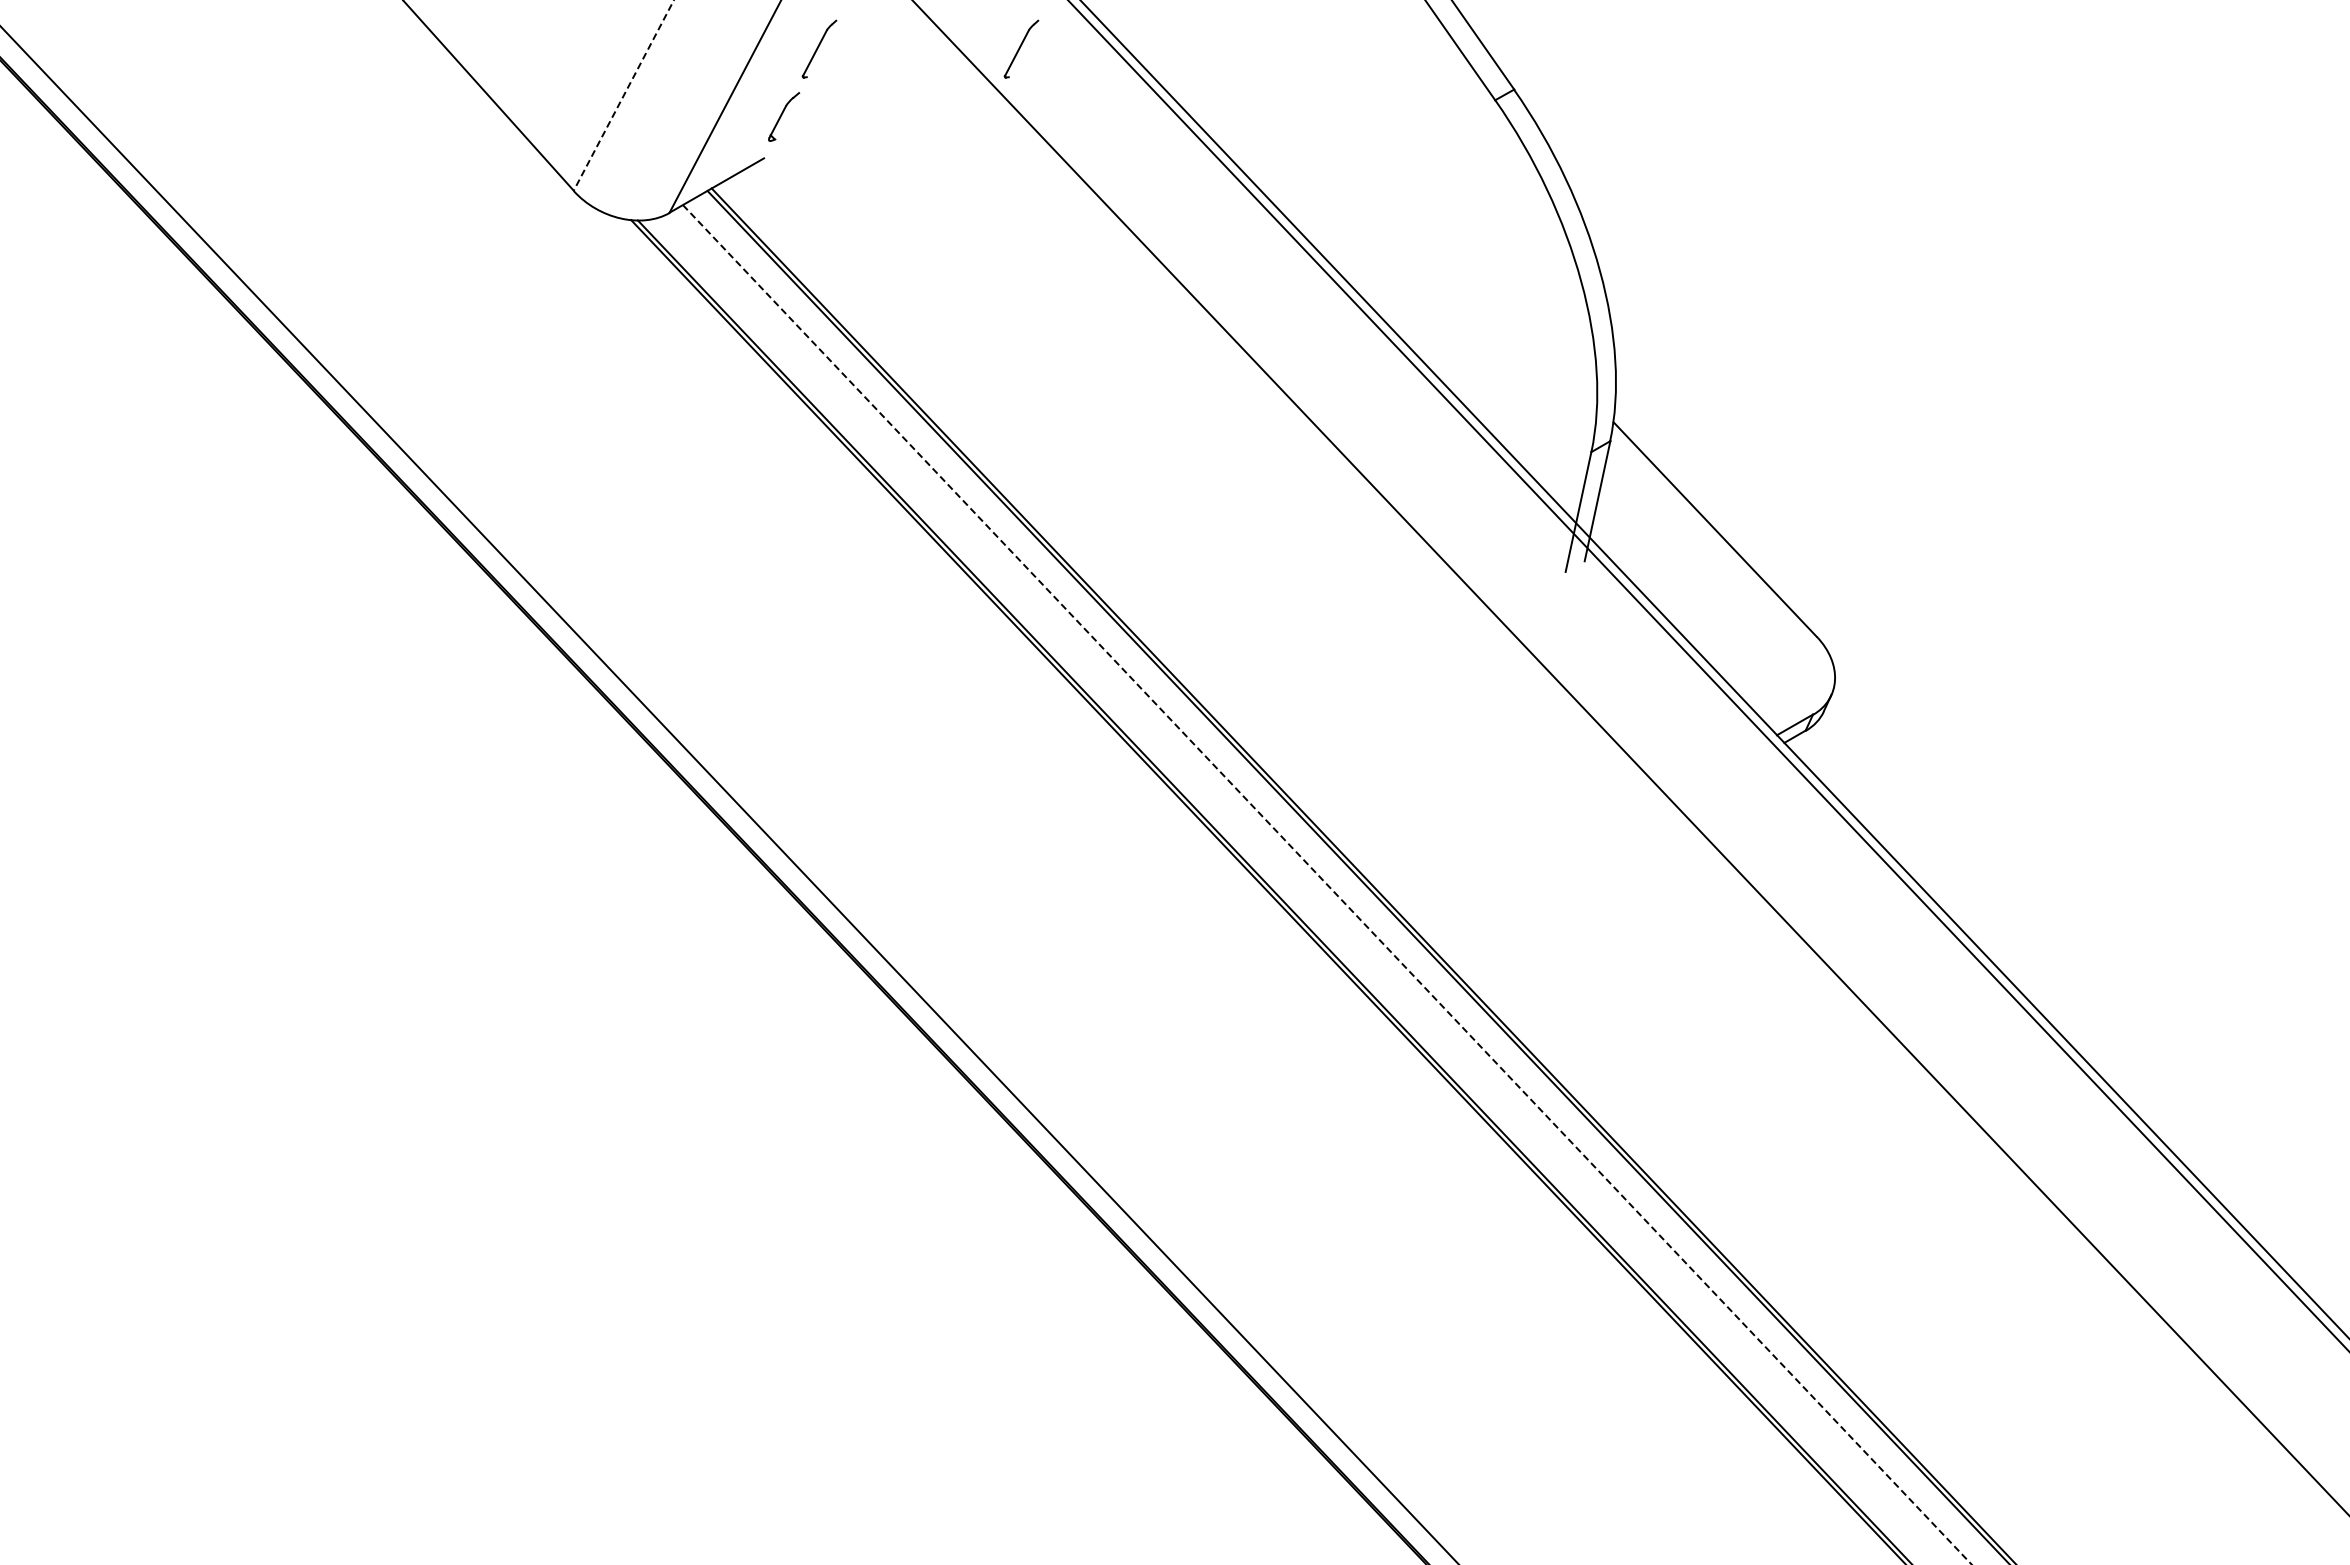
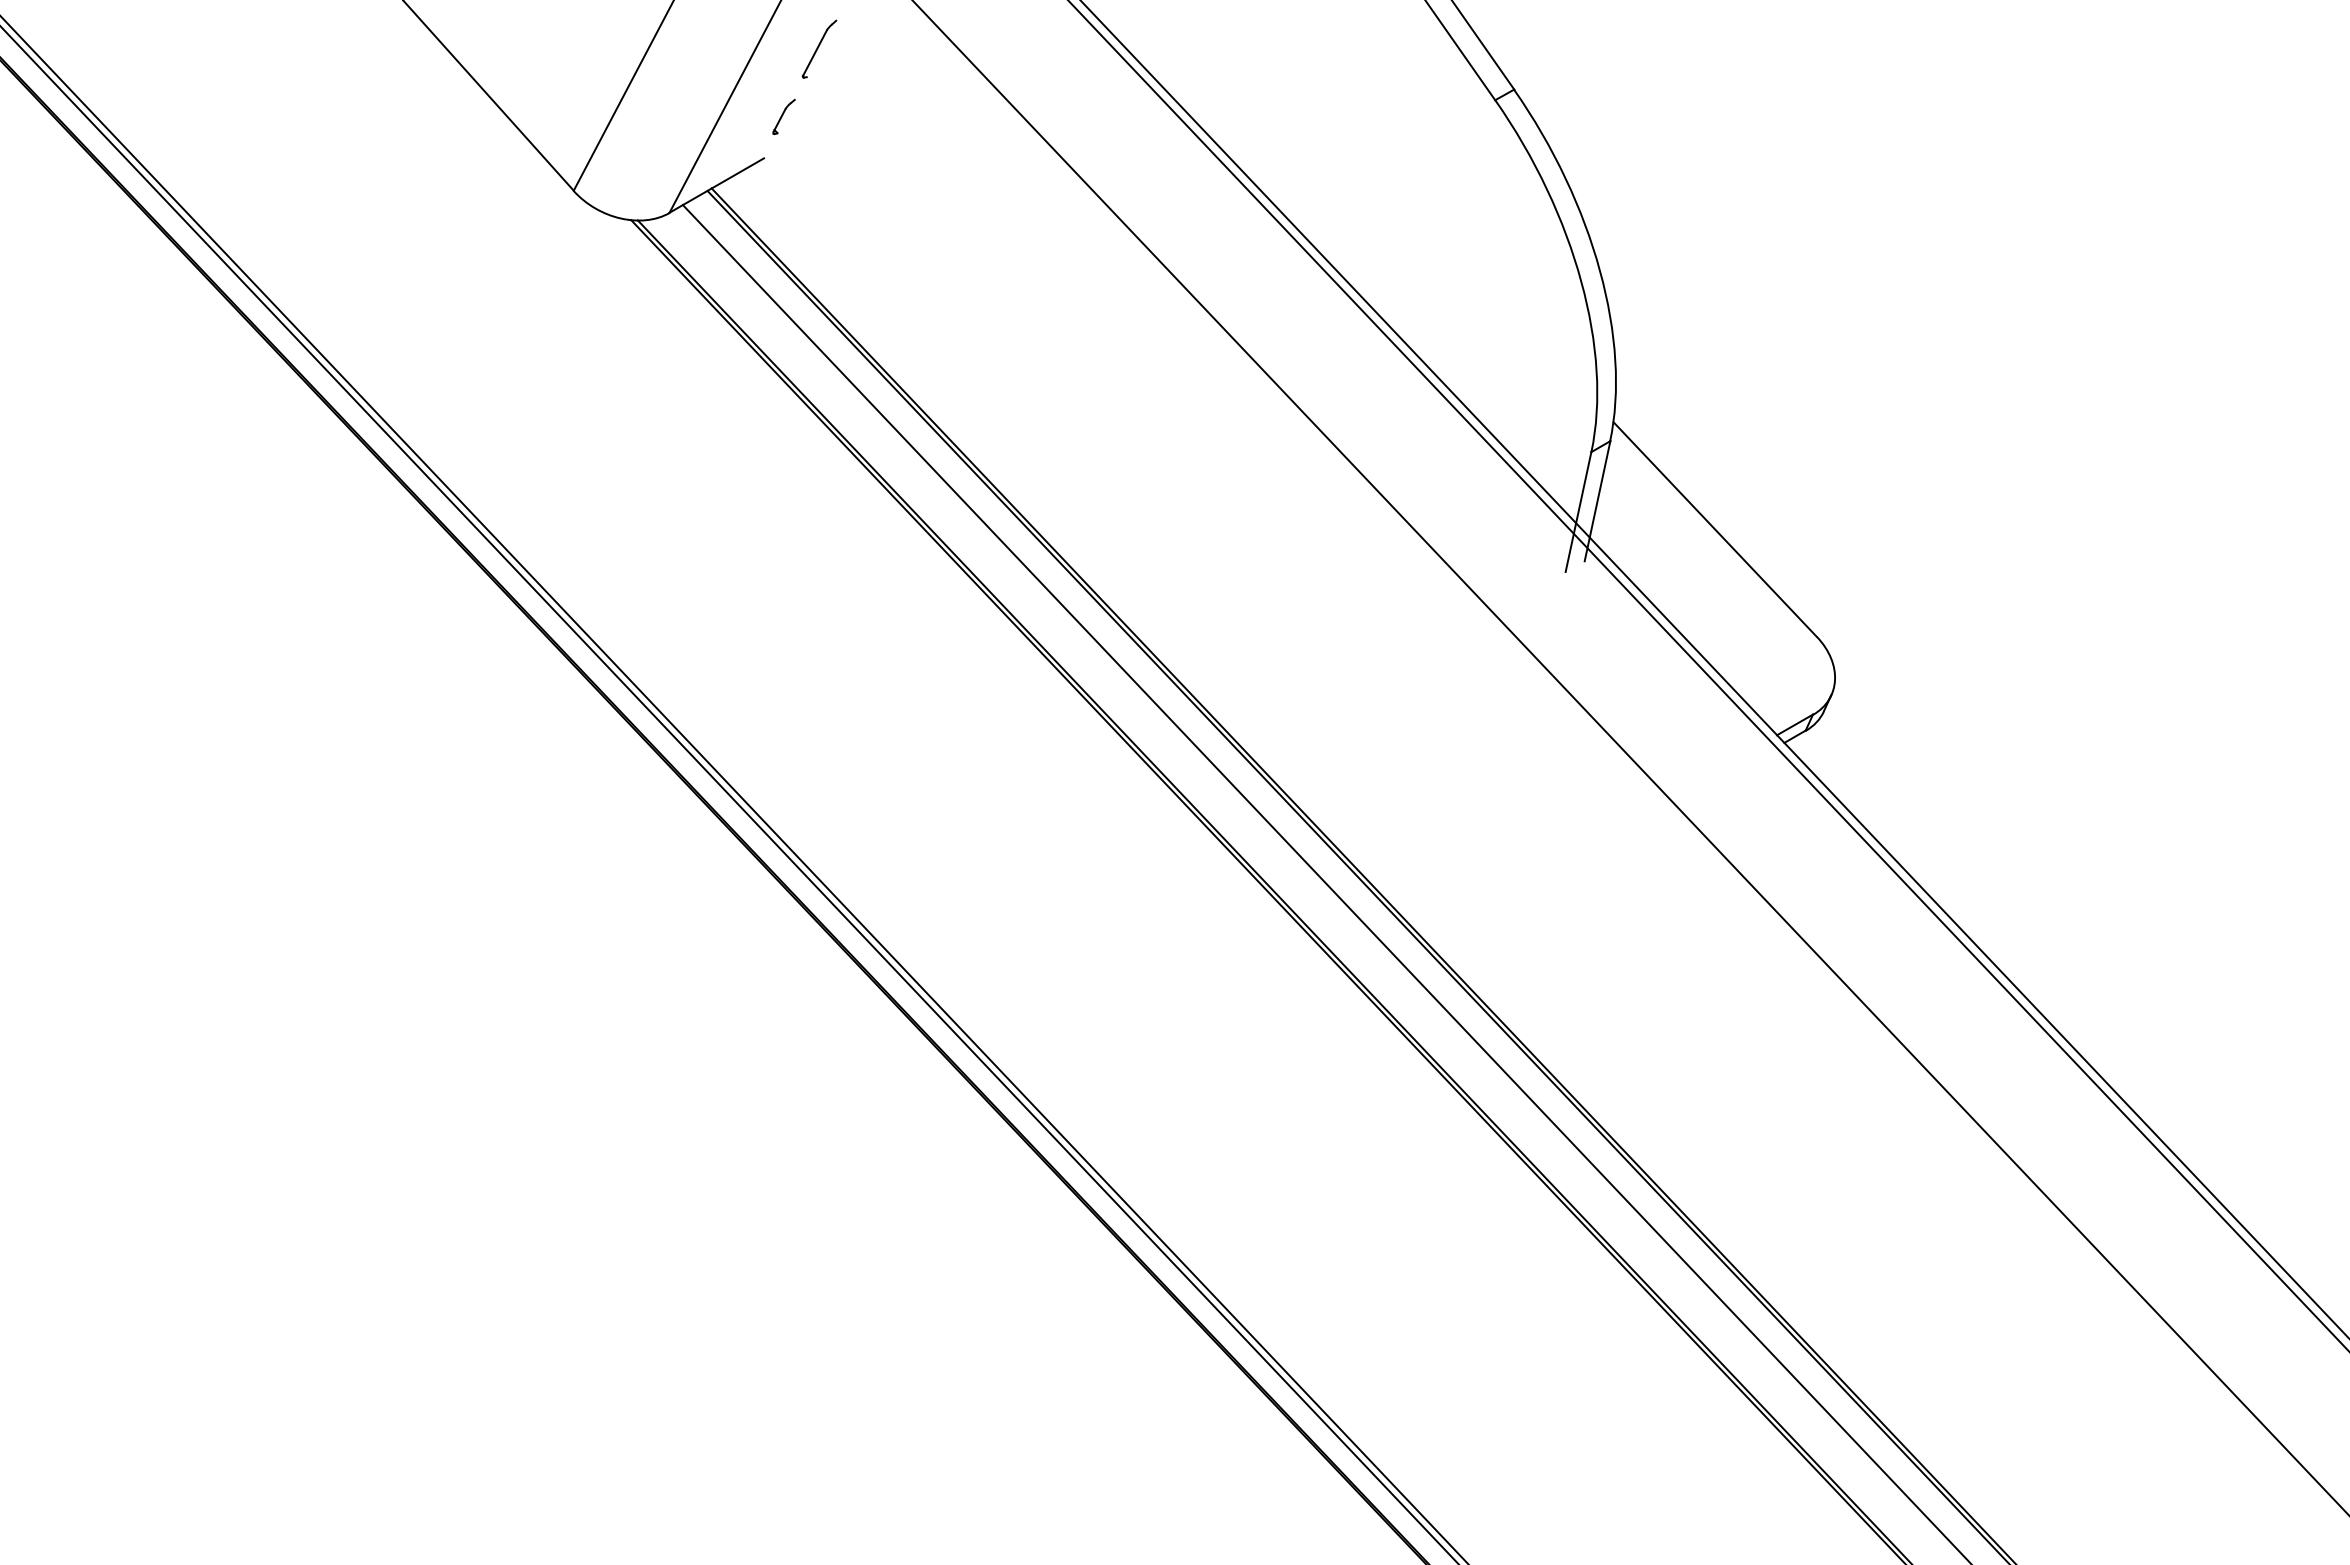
part at (1021, 48): present -> none
line at (623, 96): dashed -> solid
part at (784, 116) size: 33x50 px -> 24x38 px
line at (733, 789): none -> present
line at (1327, 885): dashed -> solid
